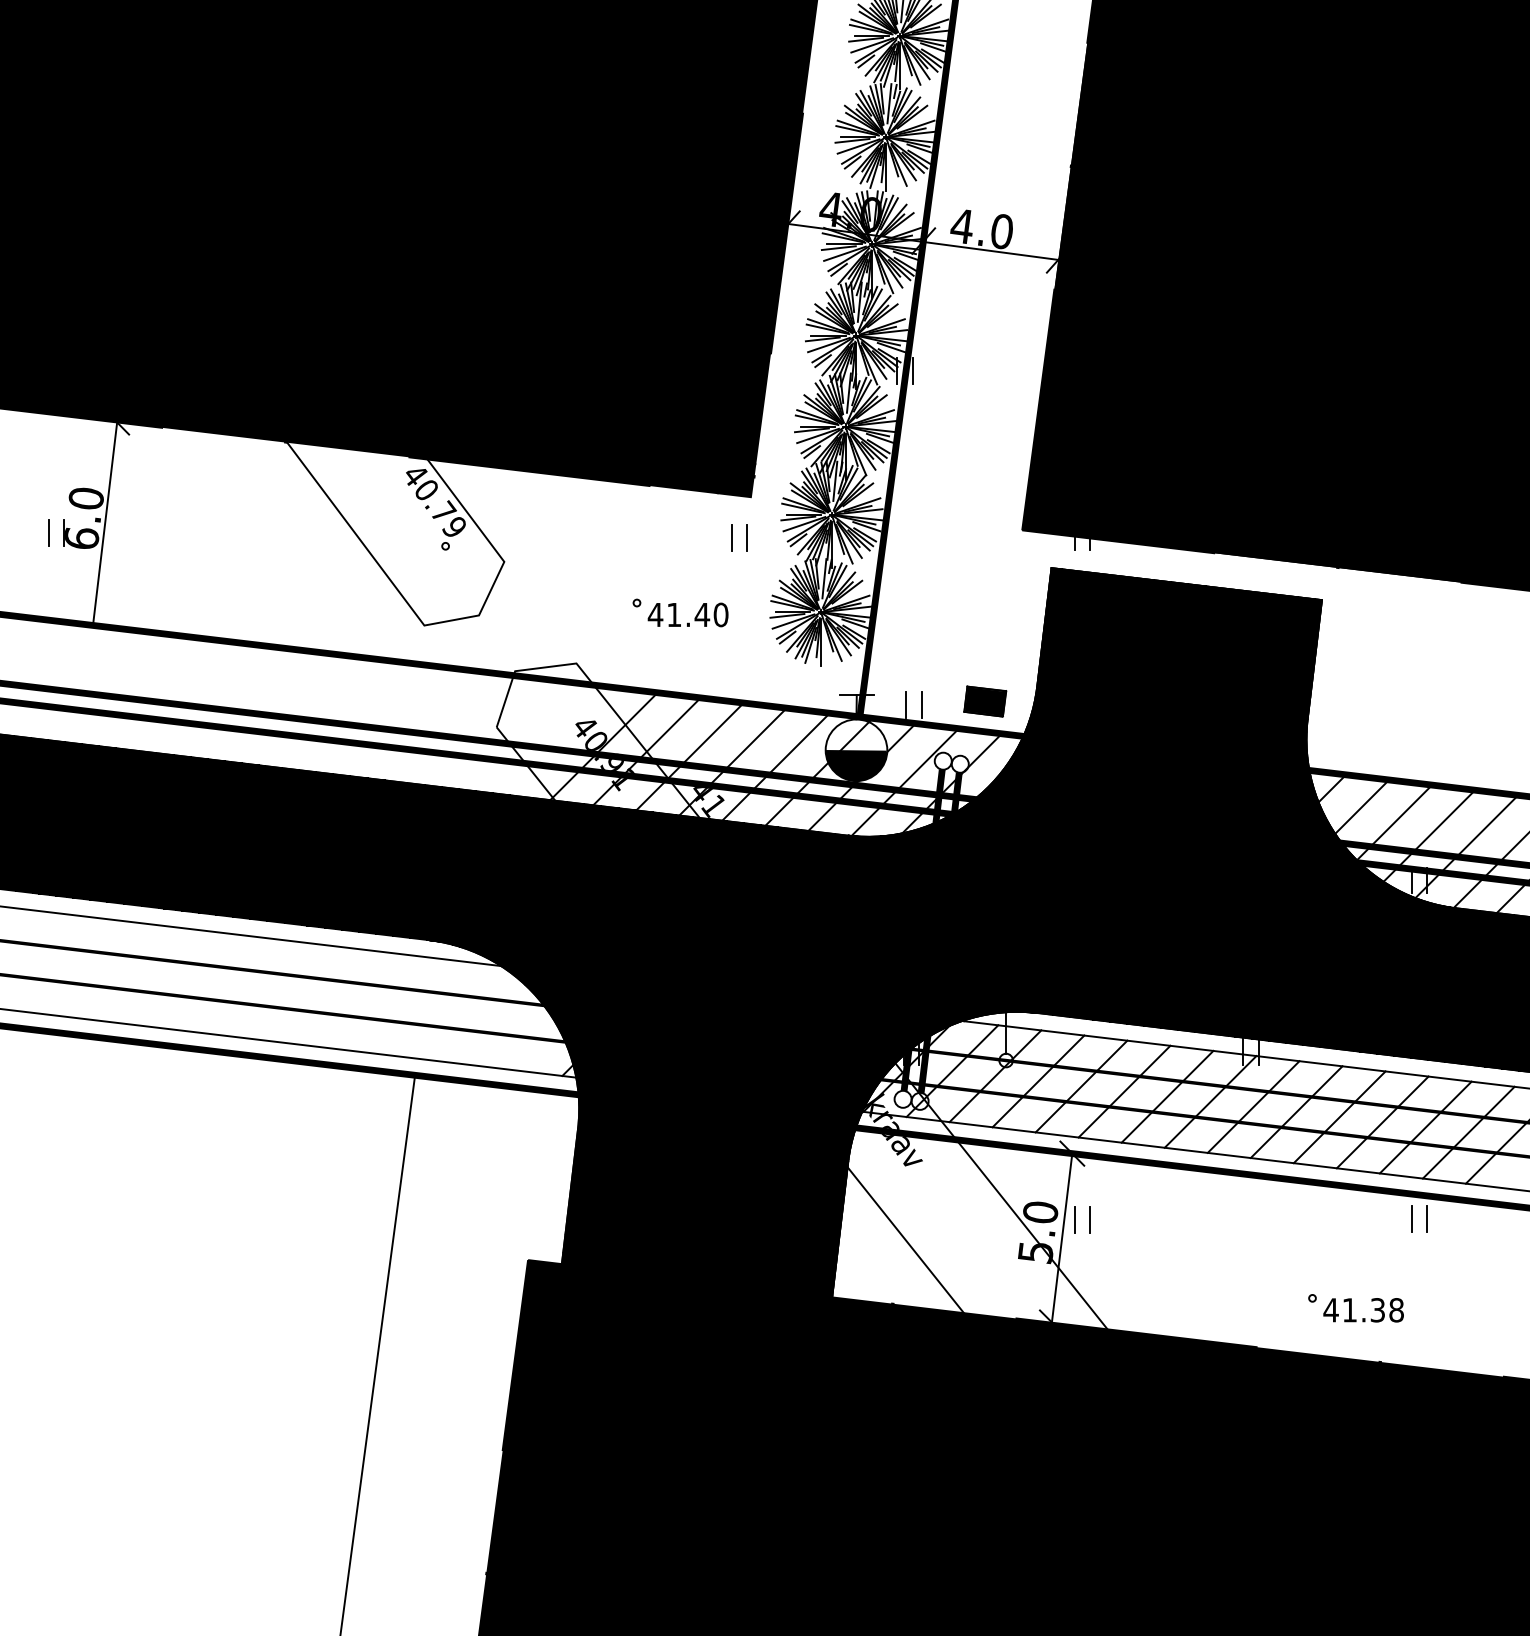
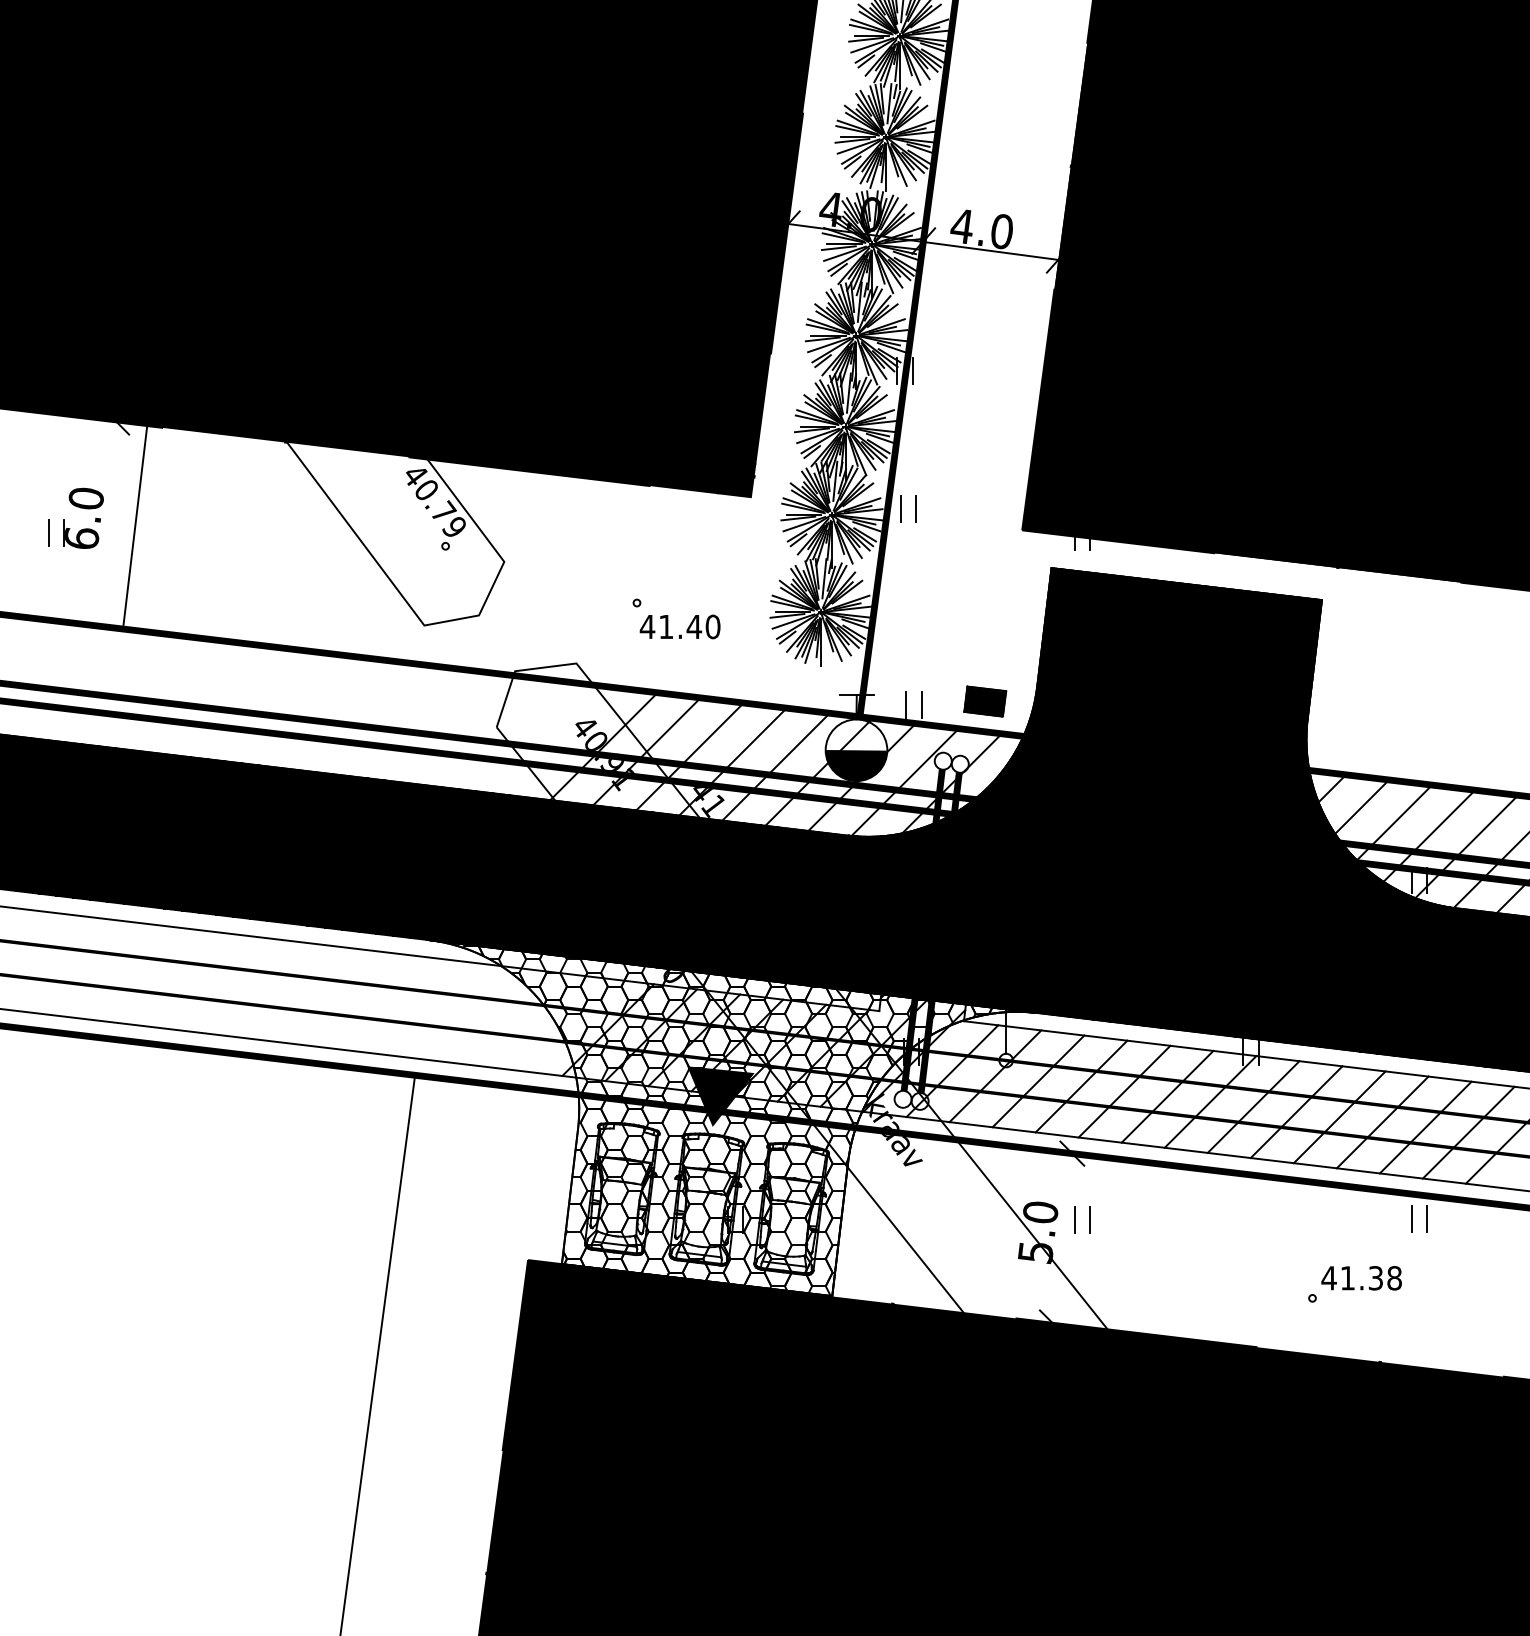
line at (105, 523) position: (105, 523) -> (135, 527)
part at (732, 537) position: (732, 537) -> (901, 508)
text at (687, 614) position: (687, 614) -> (679, 626)
hatch at (732, 1117): present -> none
line at (1061, 1237): present -> none
text at (1363, 1310) position: (1363, 1310) -> (1361, 1278)
